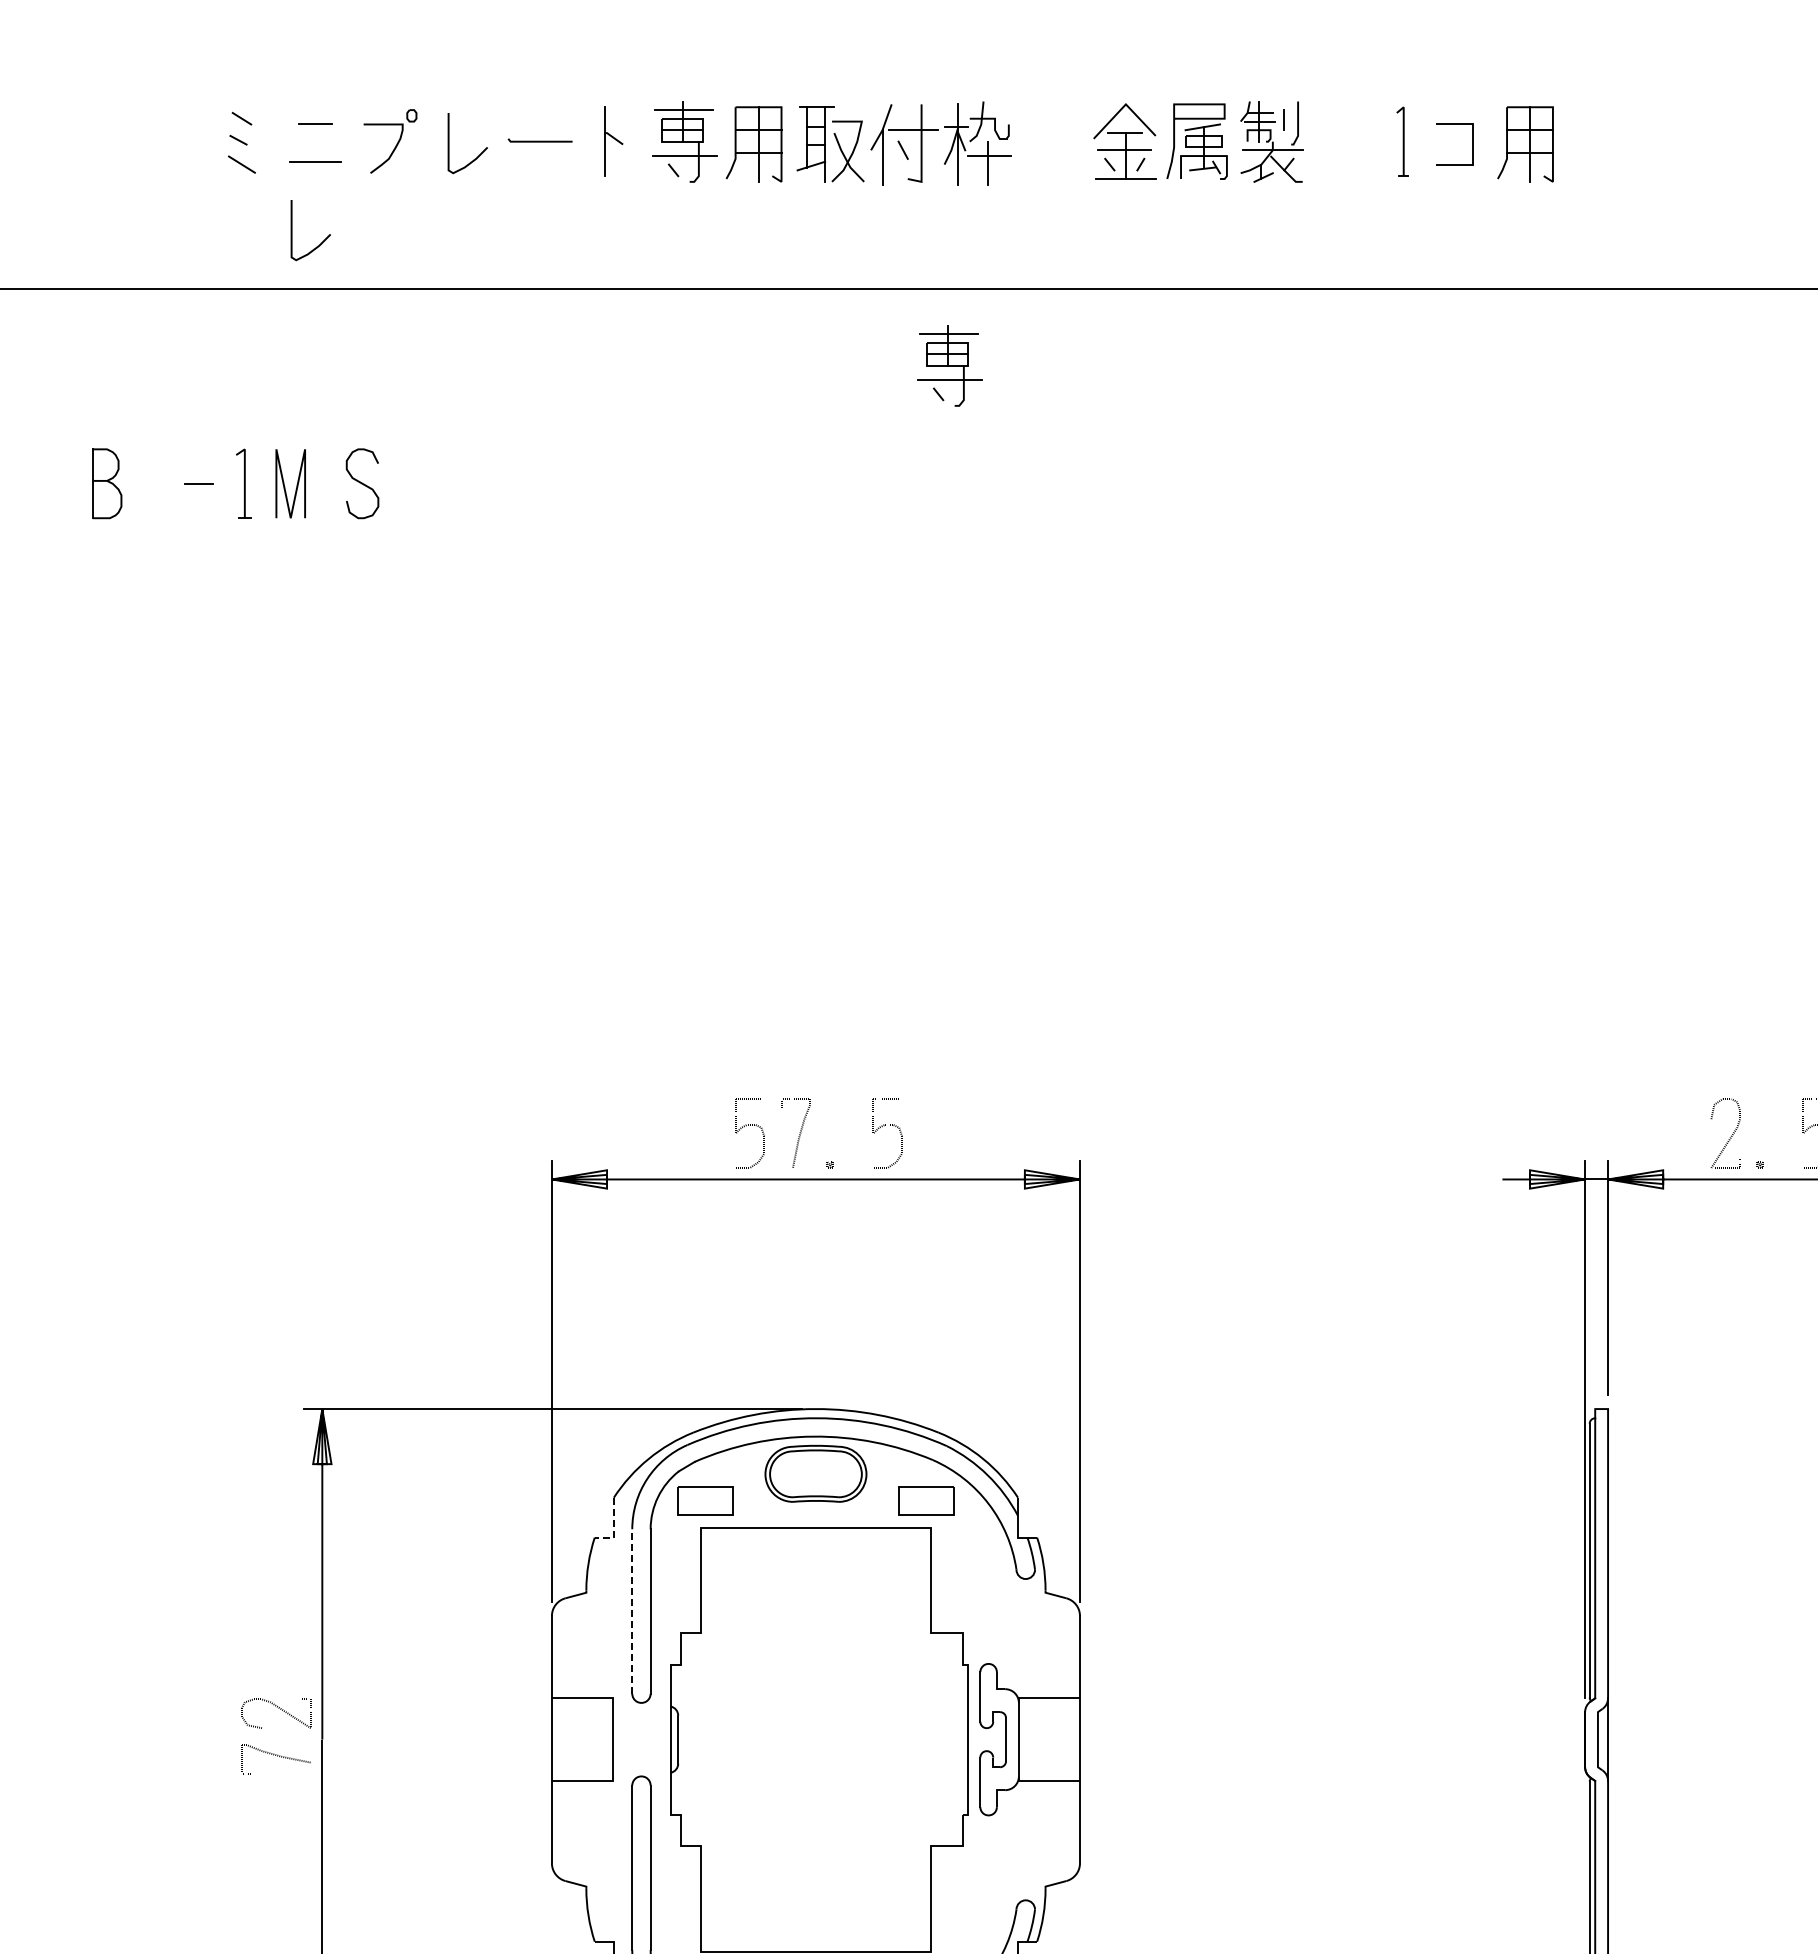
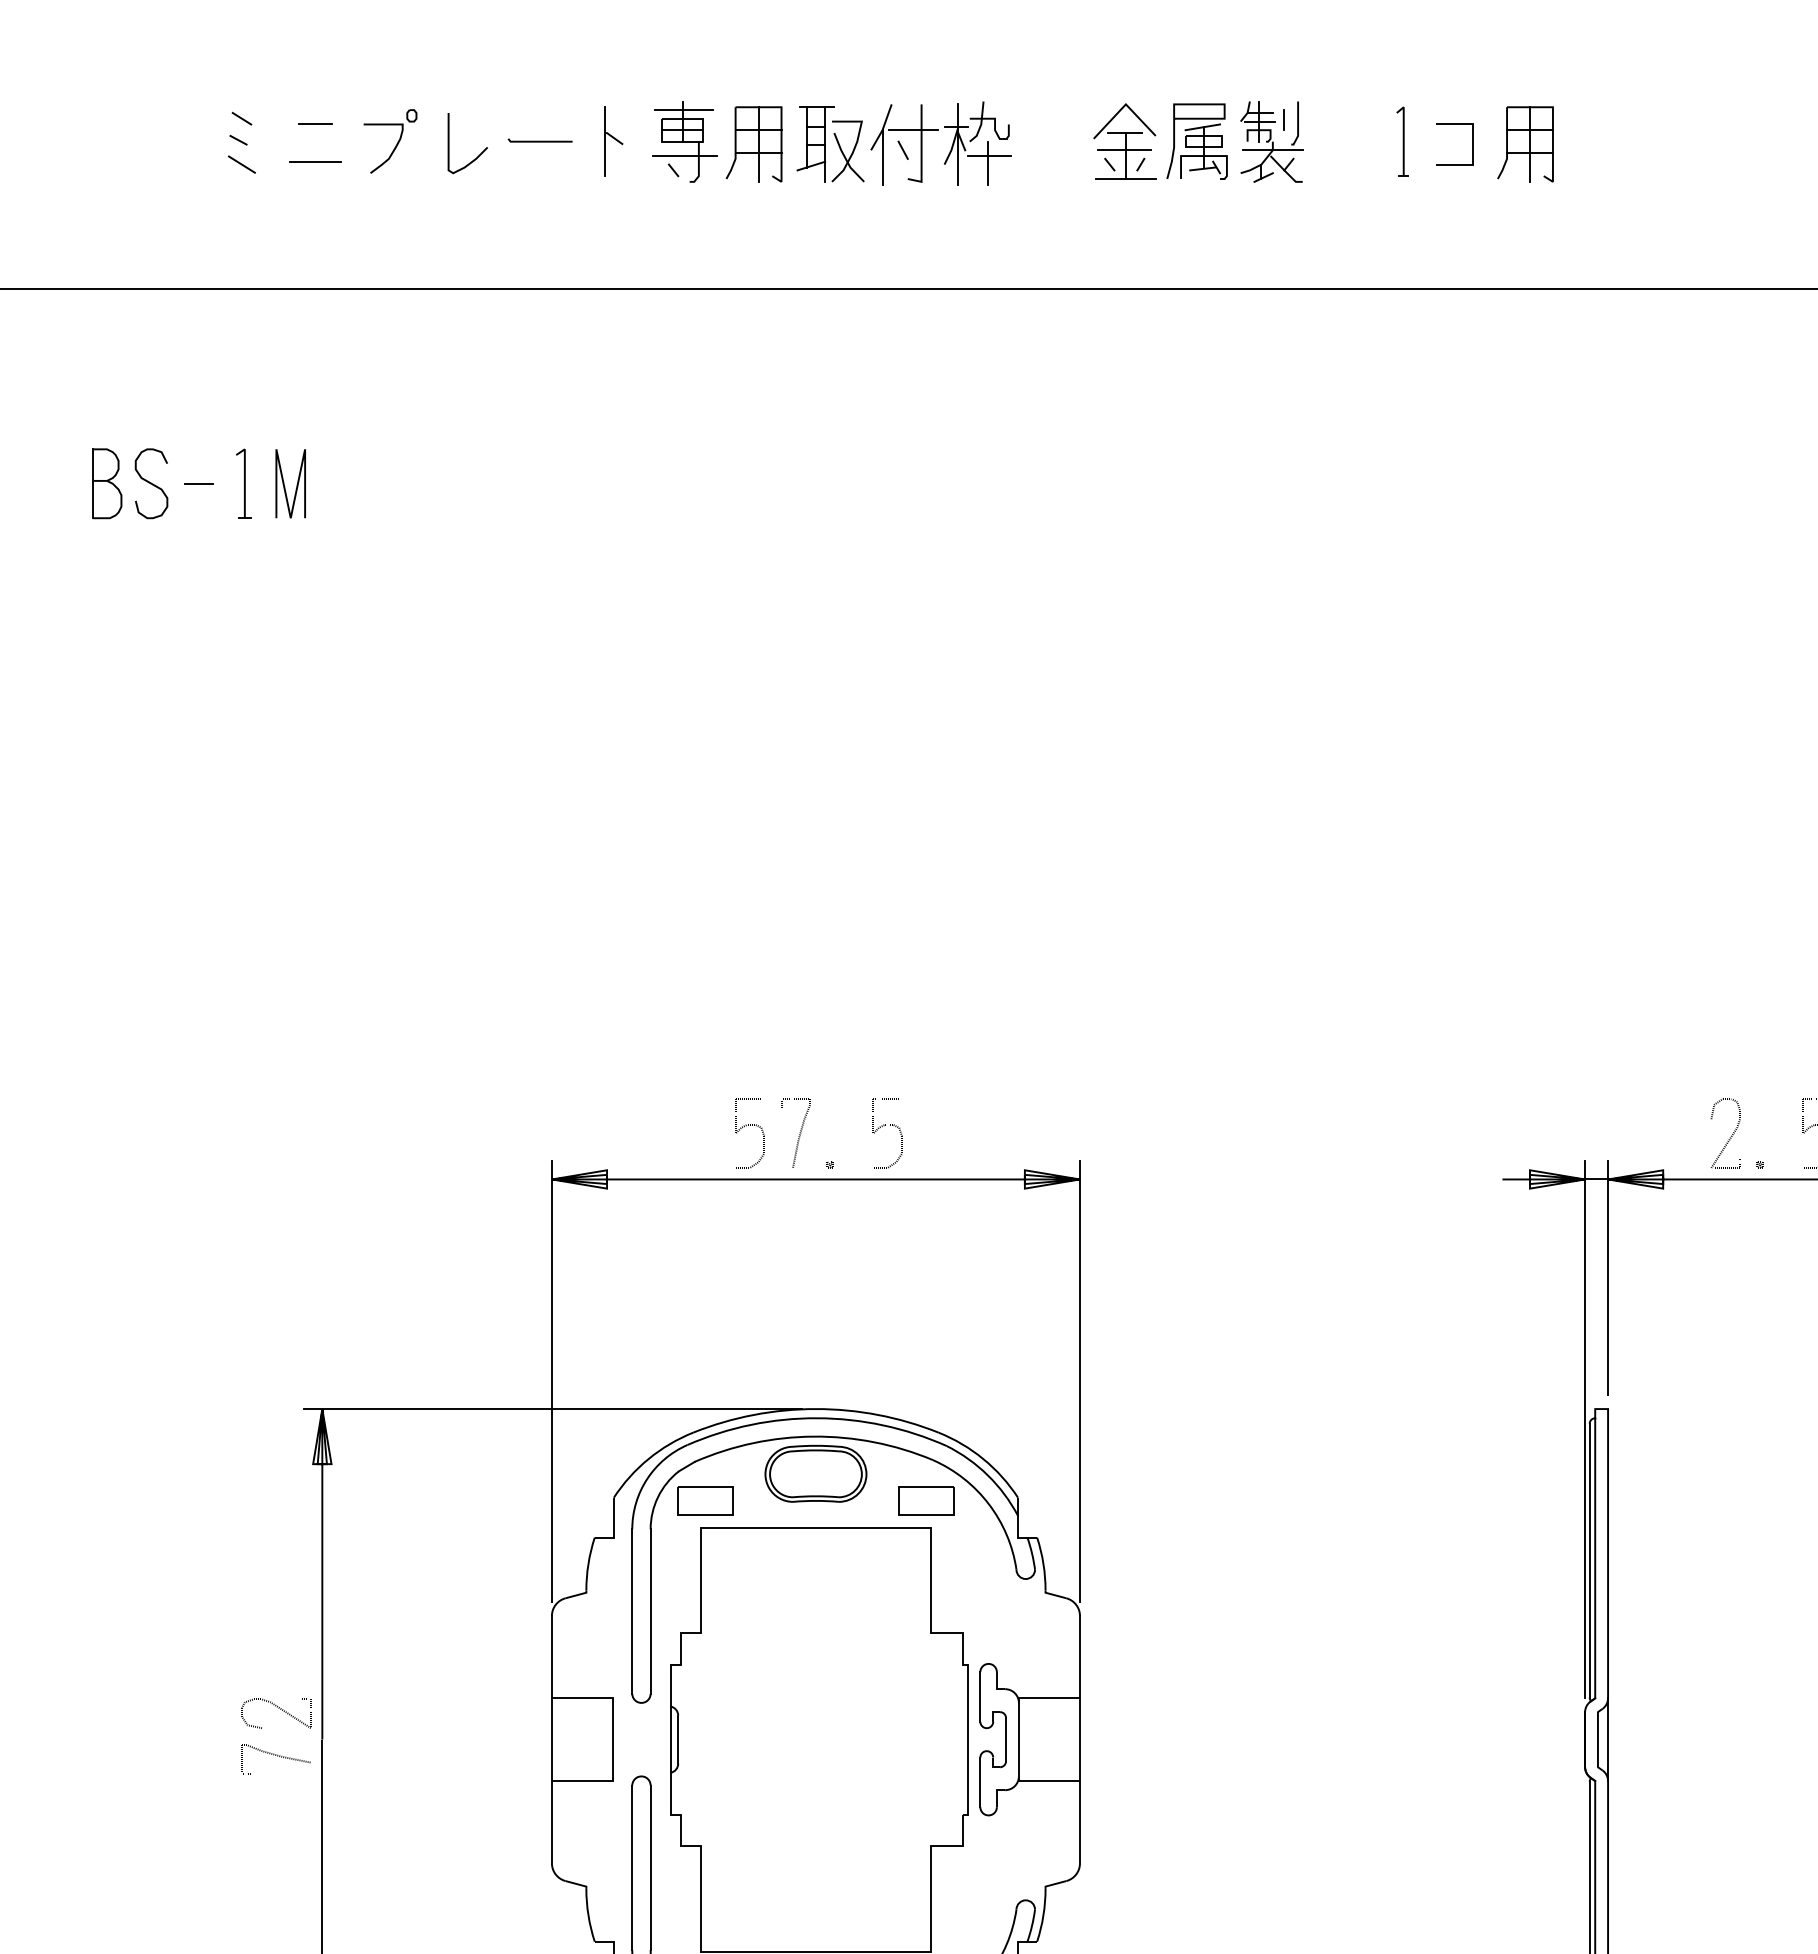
curve at (322, 241): present -> none
part at (949, 365): present -> none
curve at (362, 483) position: (362, 483) -> (151, 483)
line at (613, 1528): dashed -> solid
line at (632, 1611): dashed -> solid
